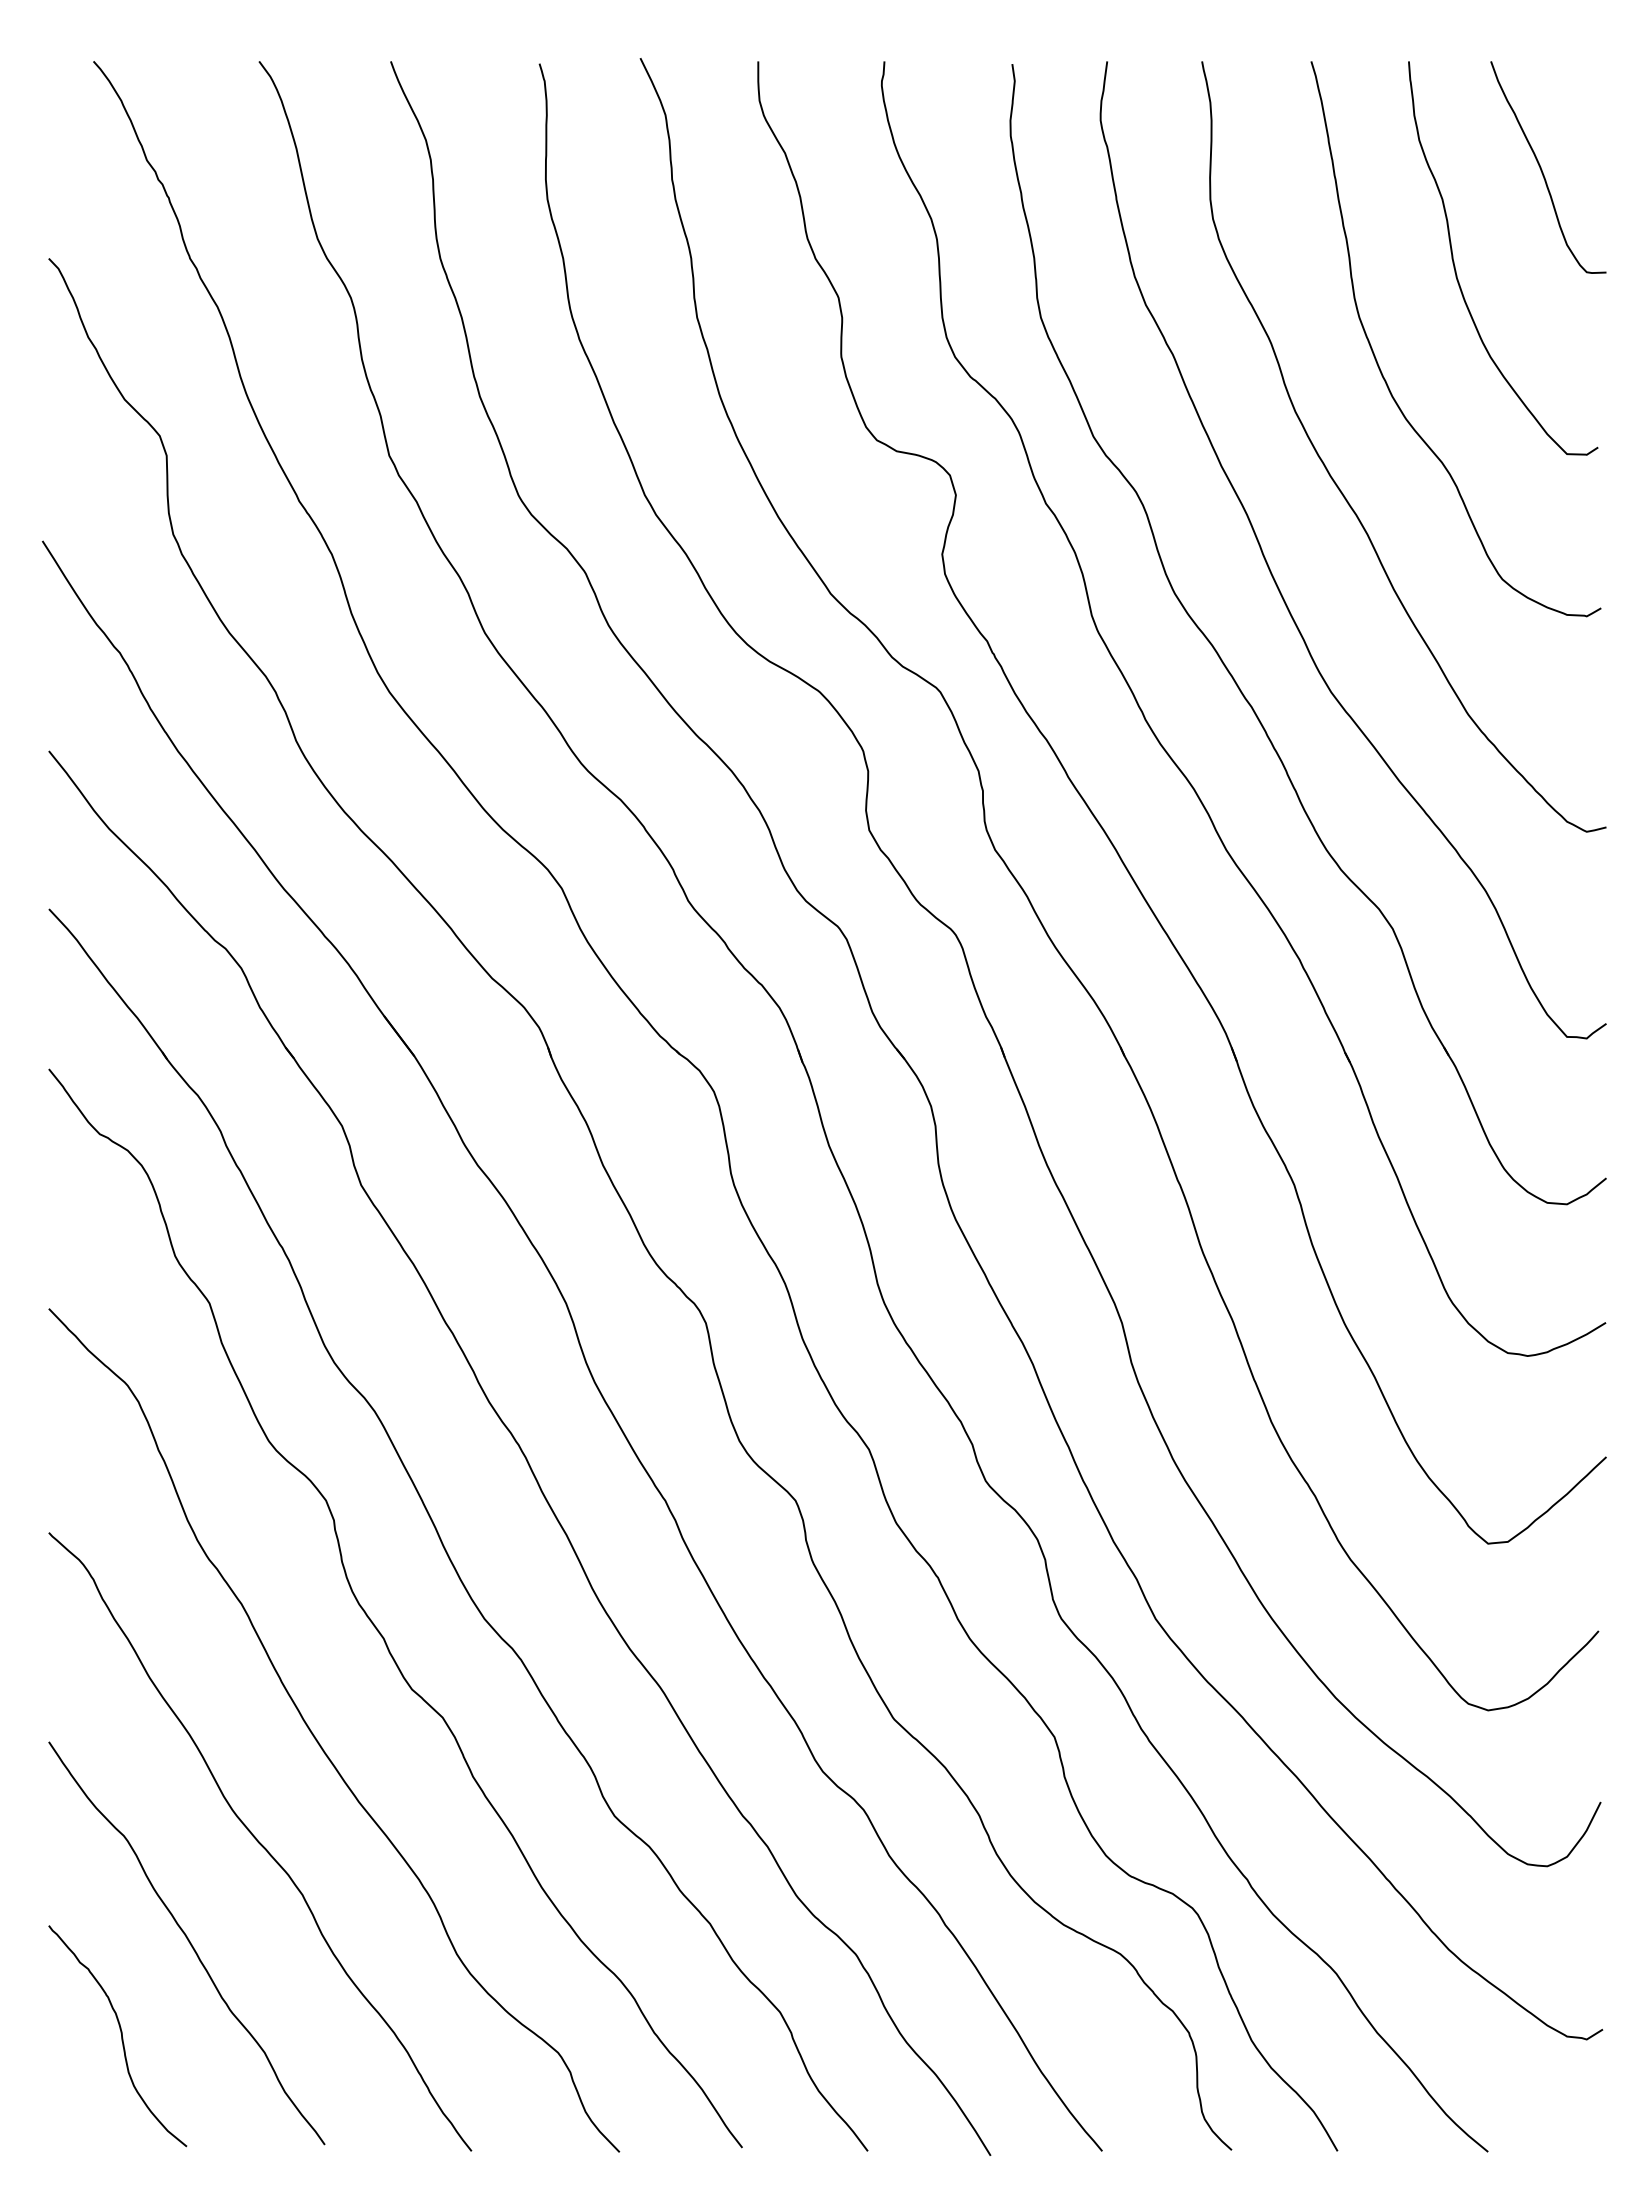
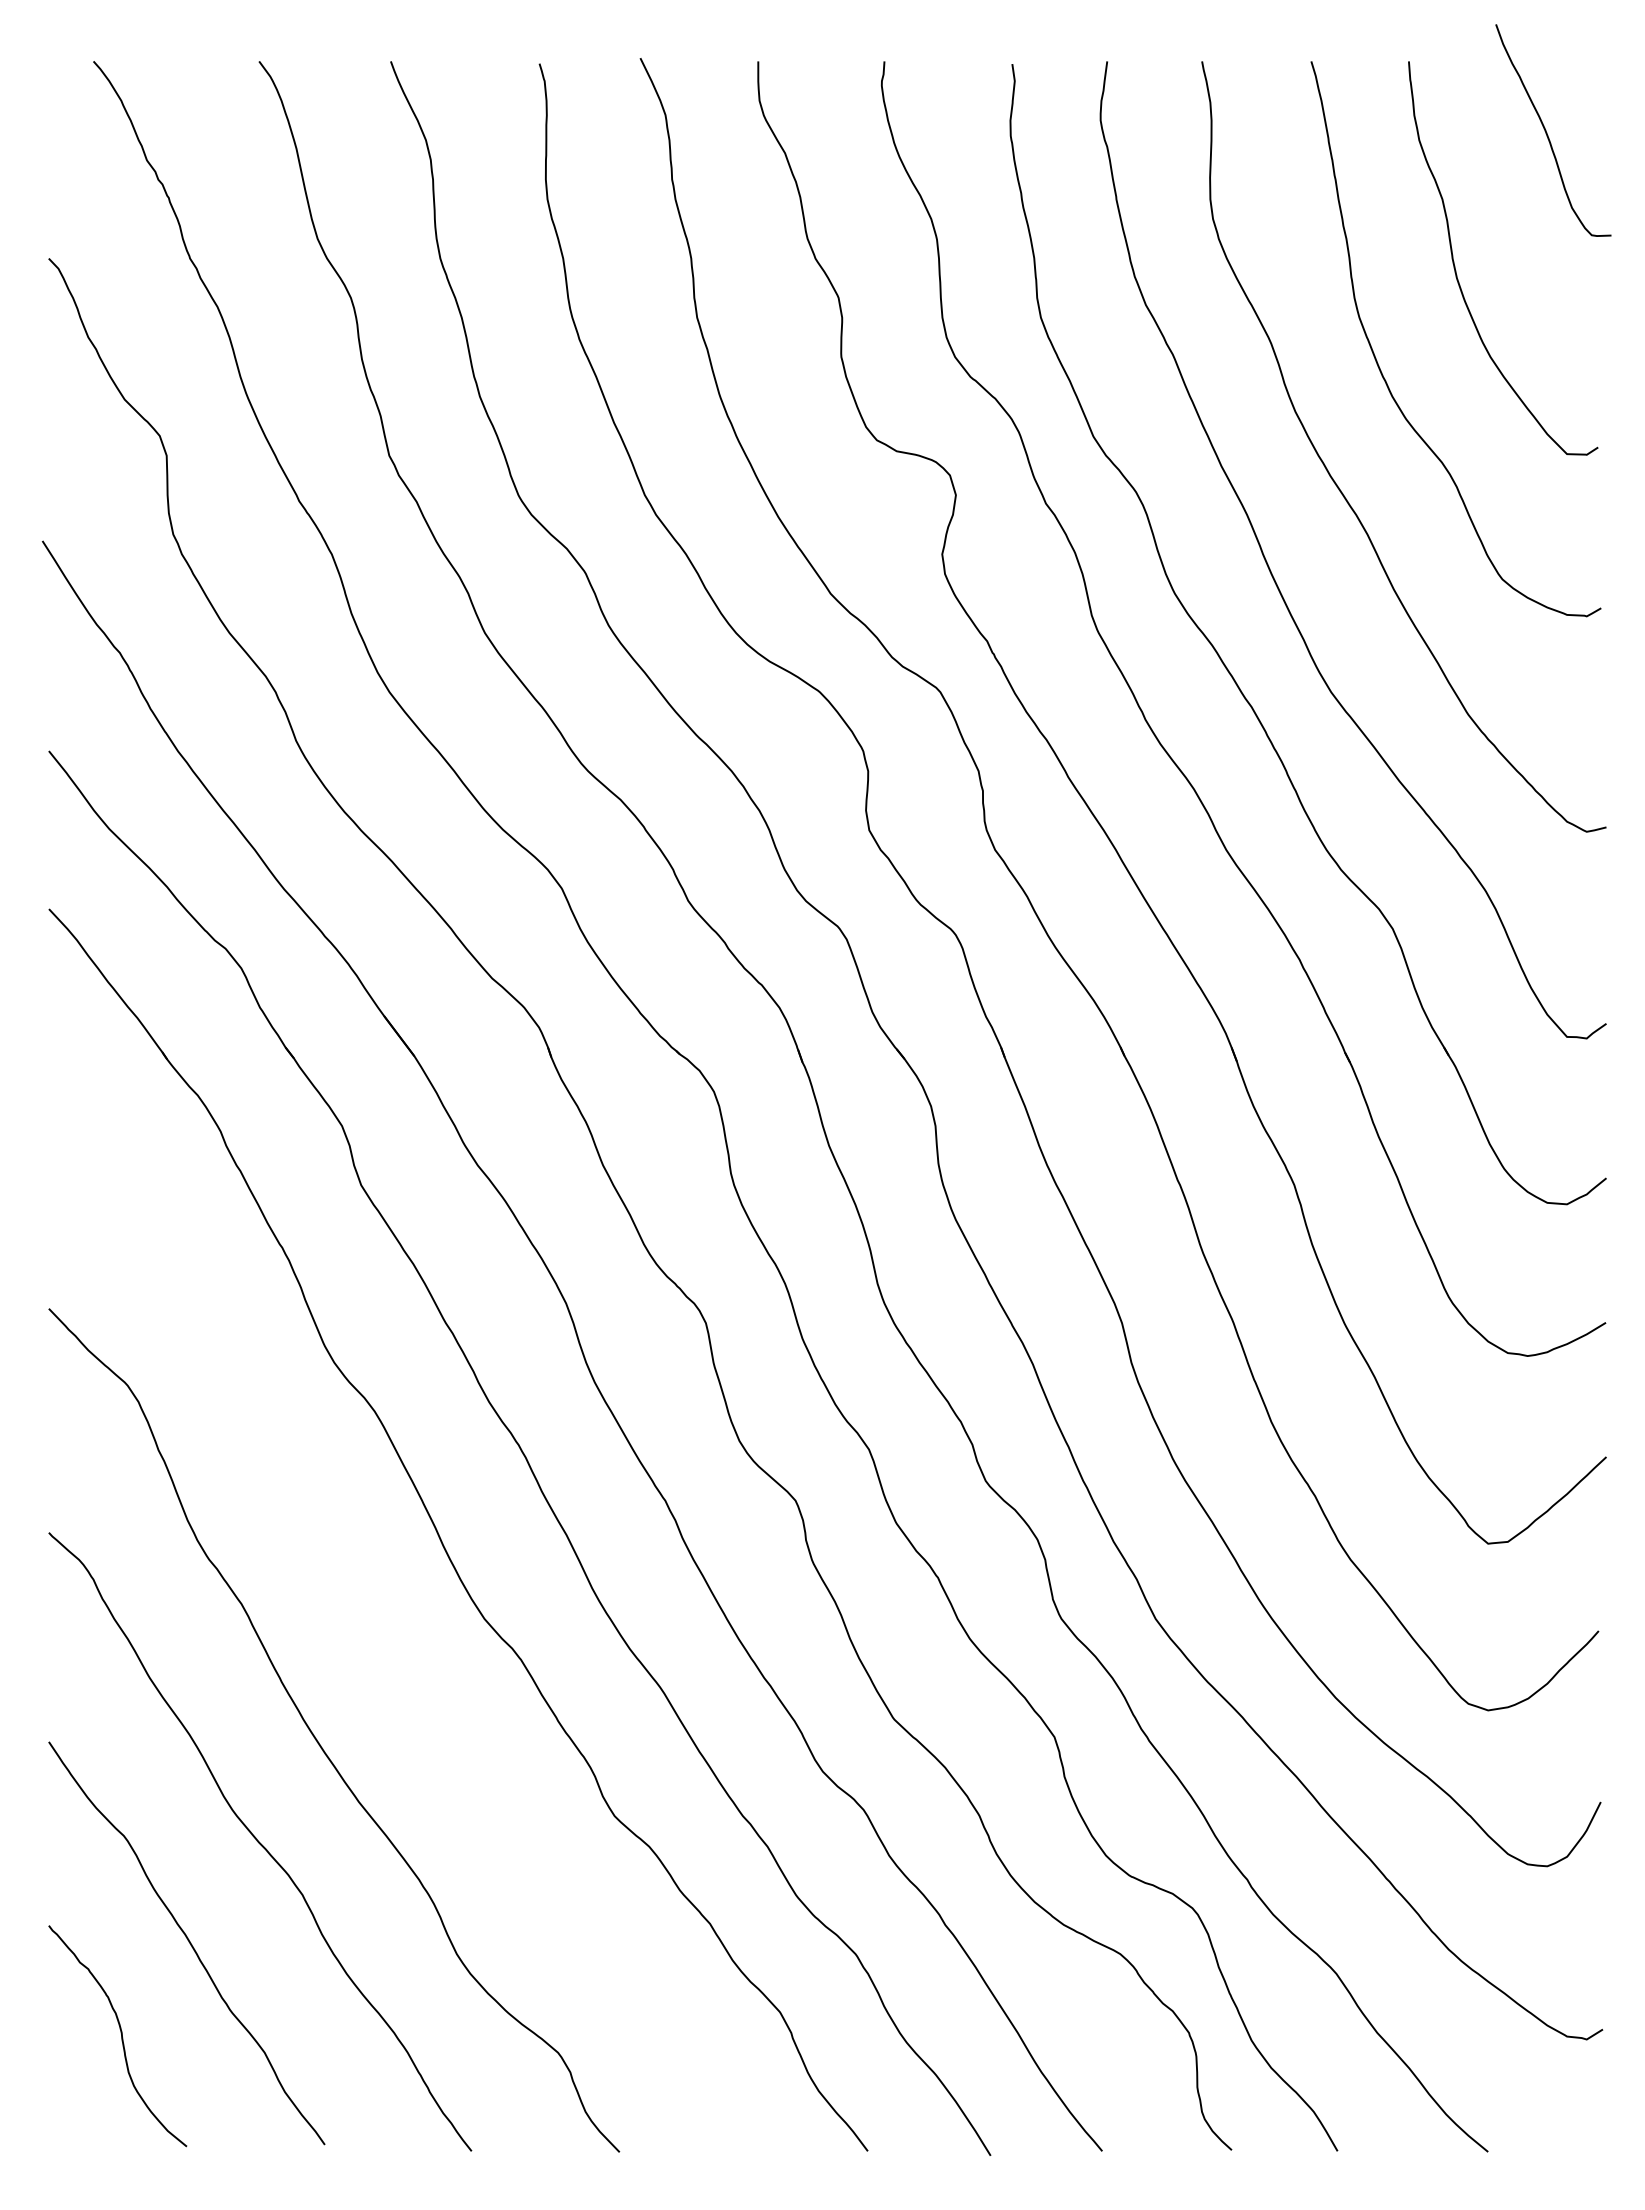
curve at (1542, 169) position: (1542, 169) -> (1547, 132)
curve at (373, 1622): present -> none
